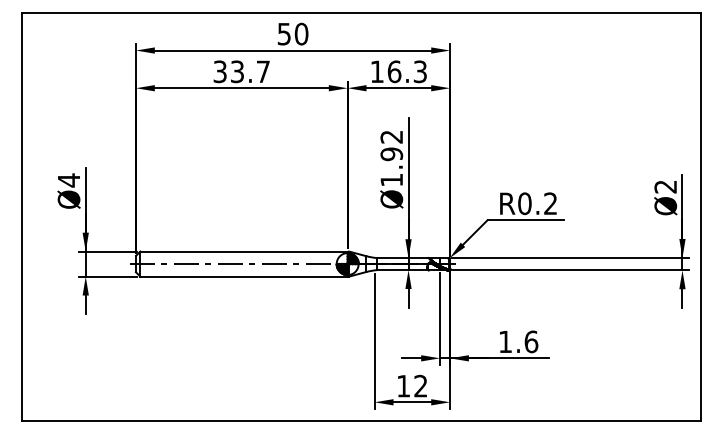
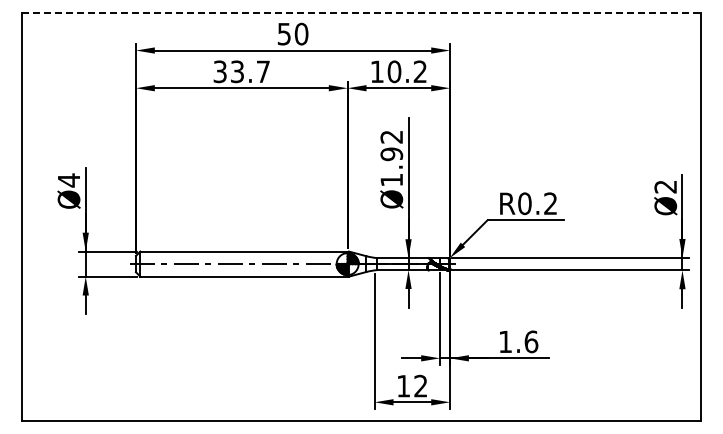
line at (361, 12): solid -> dashed
text at (406, 71): 16.3 -> 10.2
